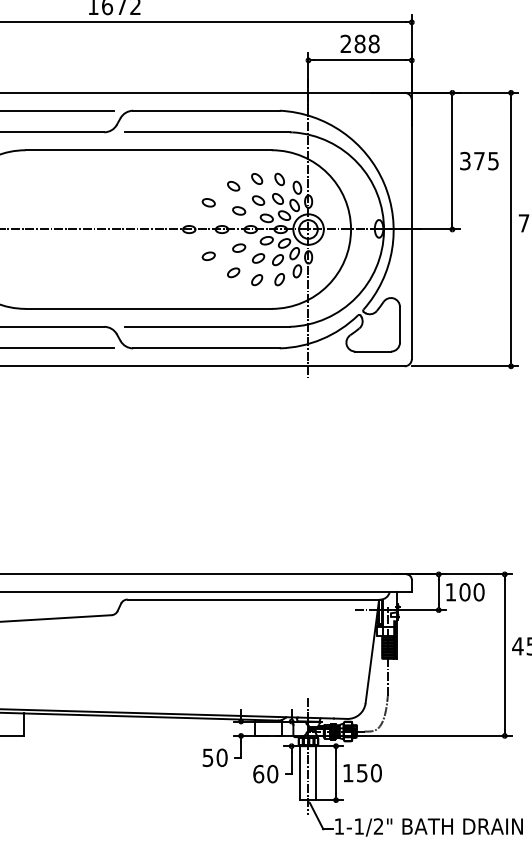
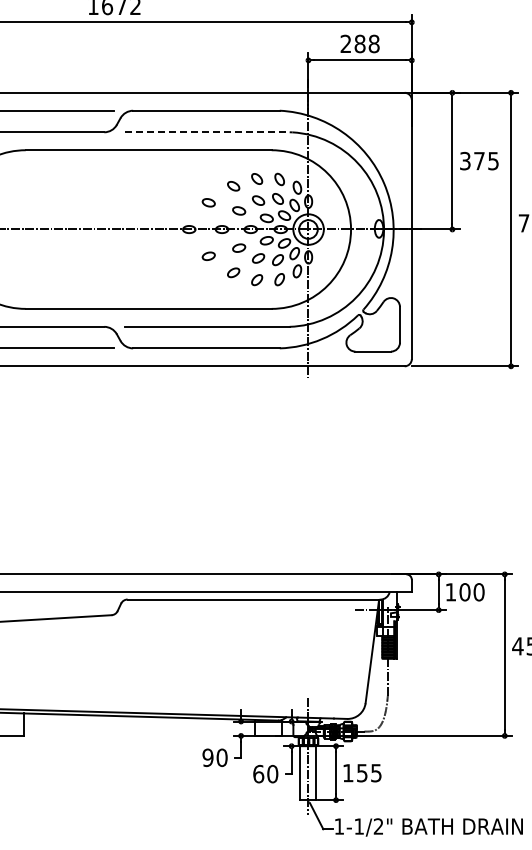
line at (207, 132): solid -> dashed
text at (207, 757): 50 -> 90
text at (376, 773): 150 -> 155
